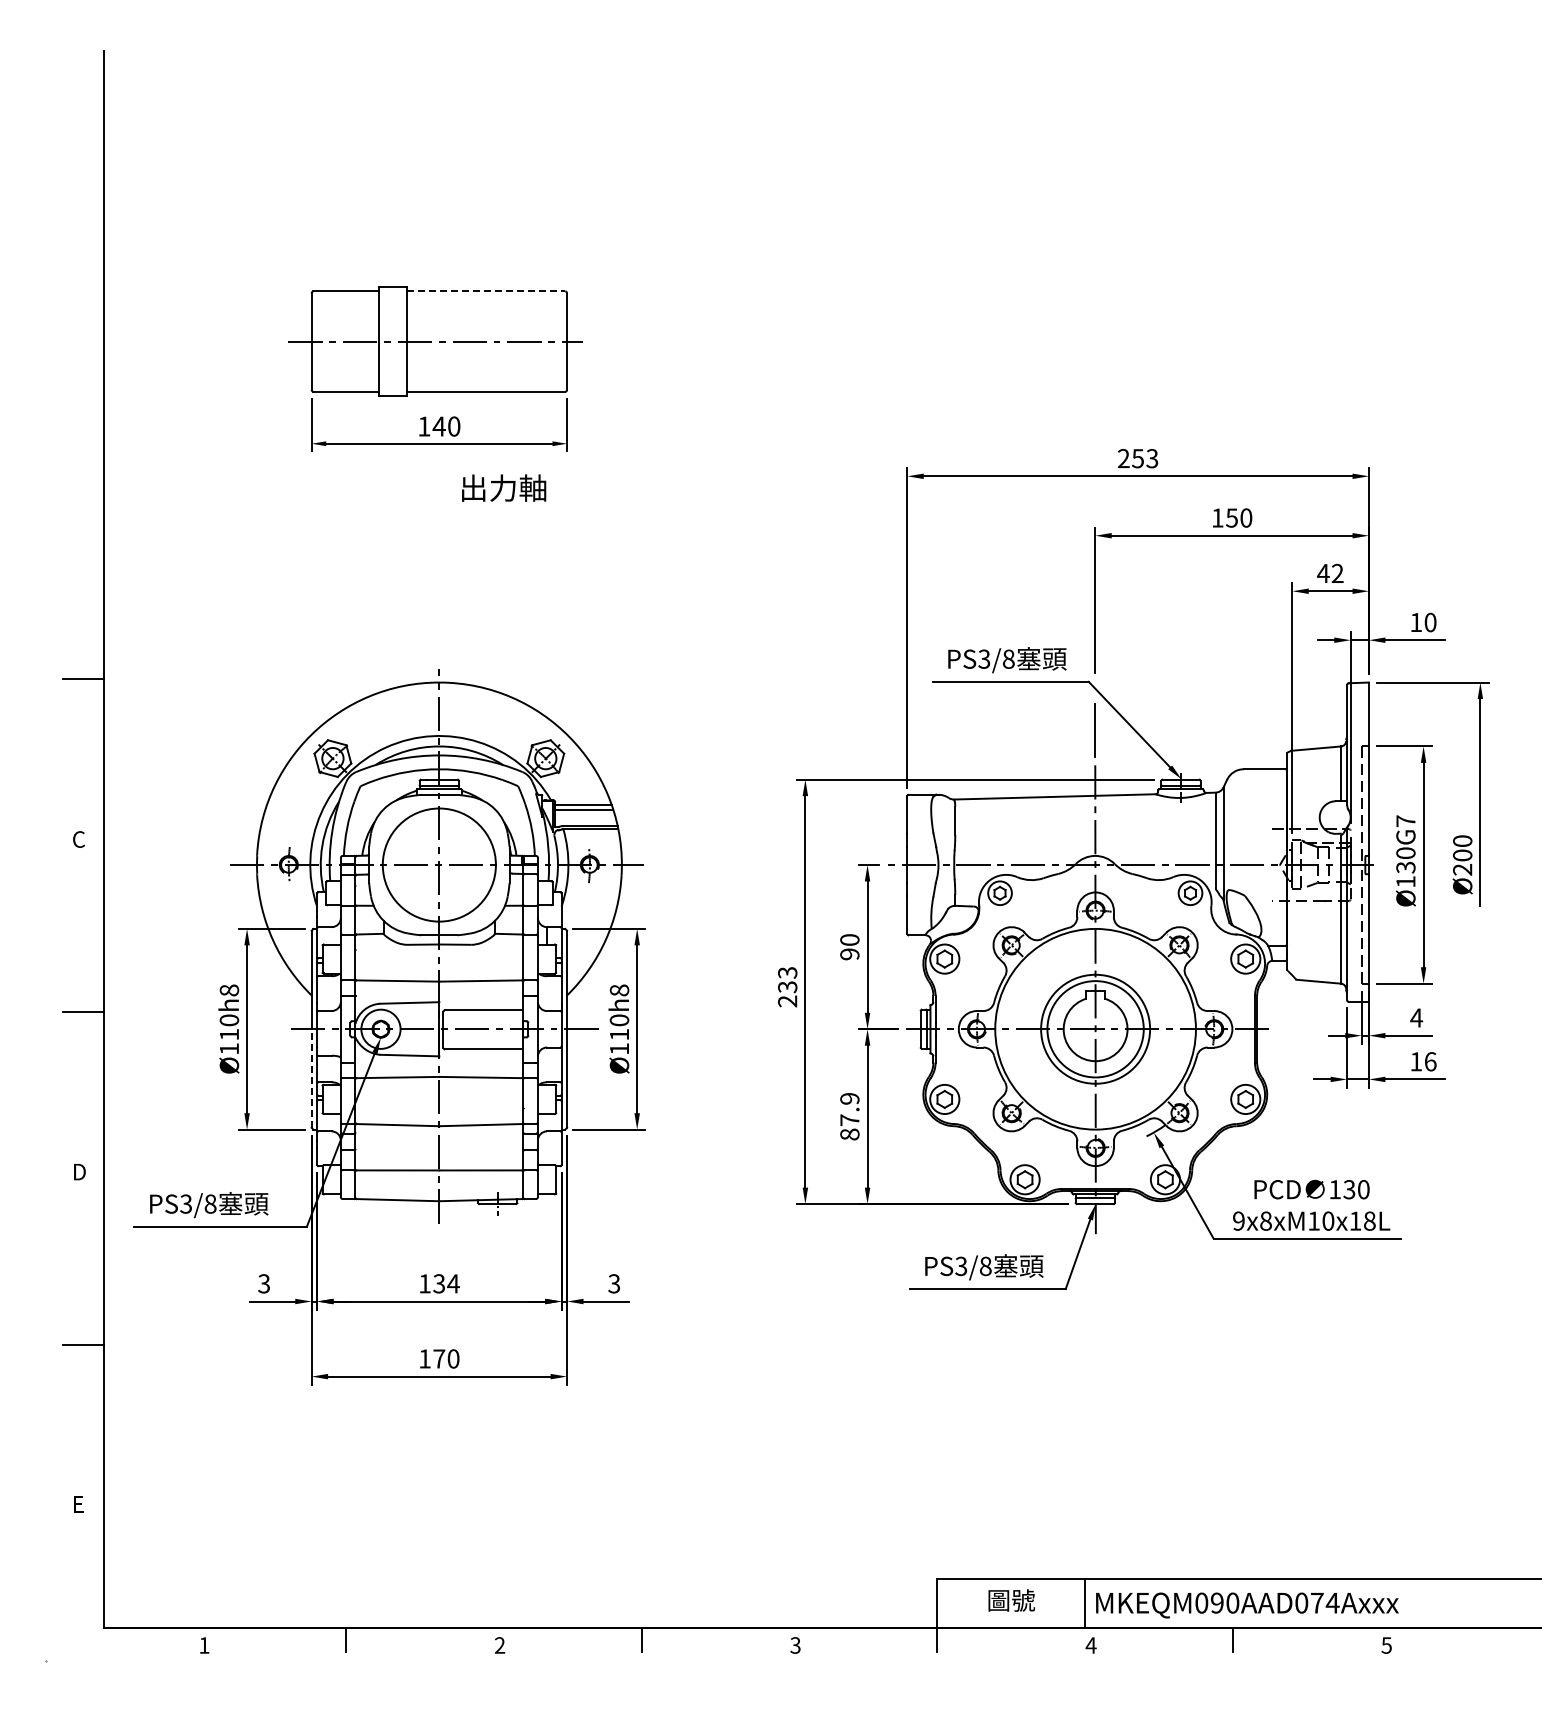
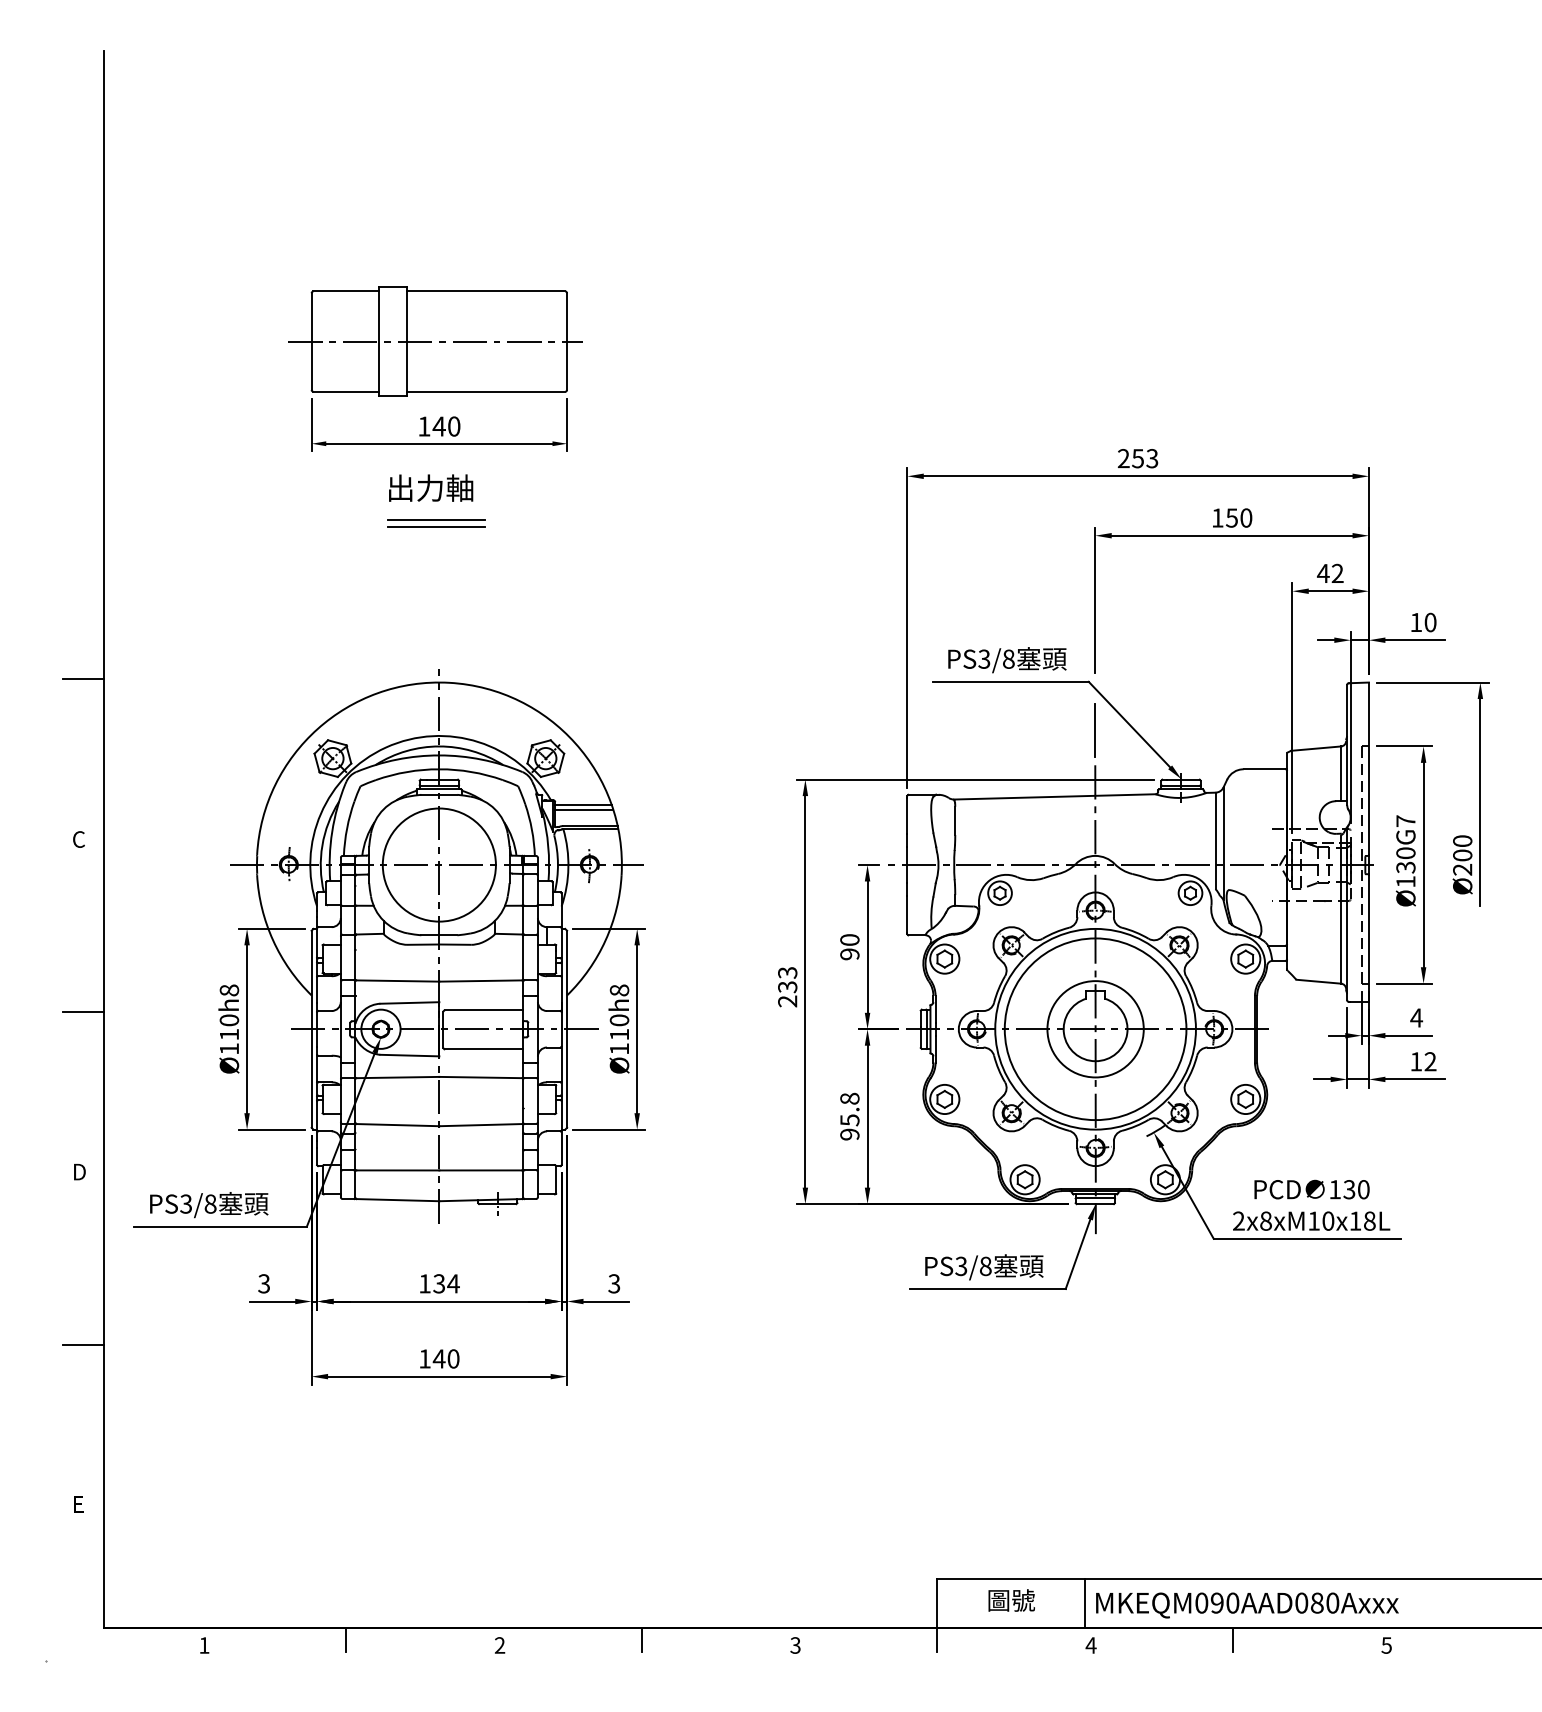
line at (486, 291): dashed -> solid
text at (504, 487) position: (504, 487) -> (431, 487)
line at (436, 519): none -> present
line at (436, 526): none -> present
circle at (1095, 1028) diameter: 109 px -> 182 px
text at (1430, 1061): 16 -> 12
line at (311, 1078): dashed -> solid
text at (849, 1116): 87.9 -> 95.8
text at (1238, 1220): 9x8xM10x18L -> 2x8xM10x18L
text at (438, 1358): 170 -> 140
text at (1324, 1602): MKEQM090AAD074Axxx -> MKEQM090AAD080Axxx
